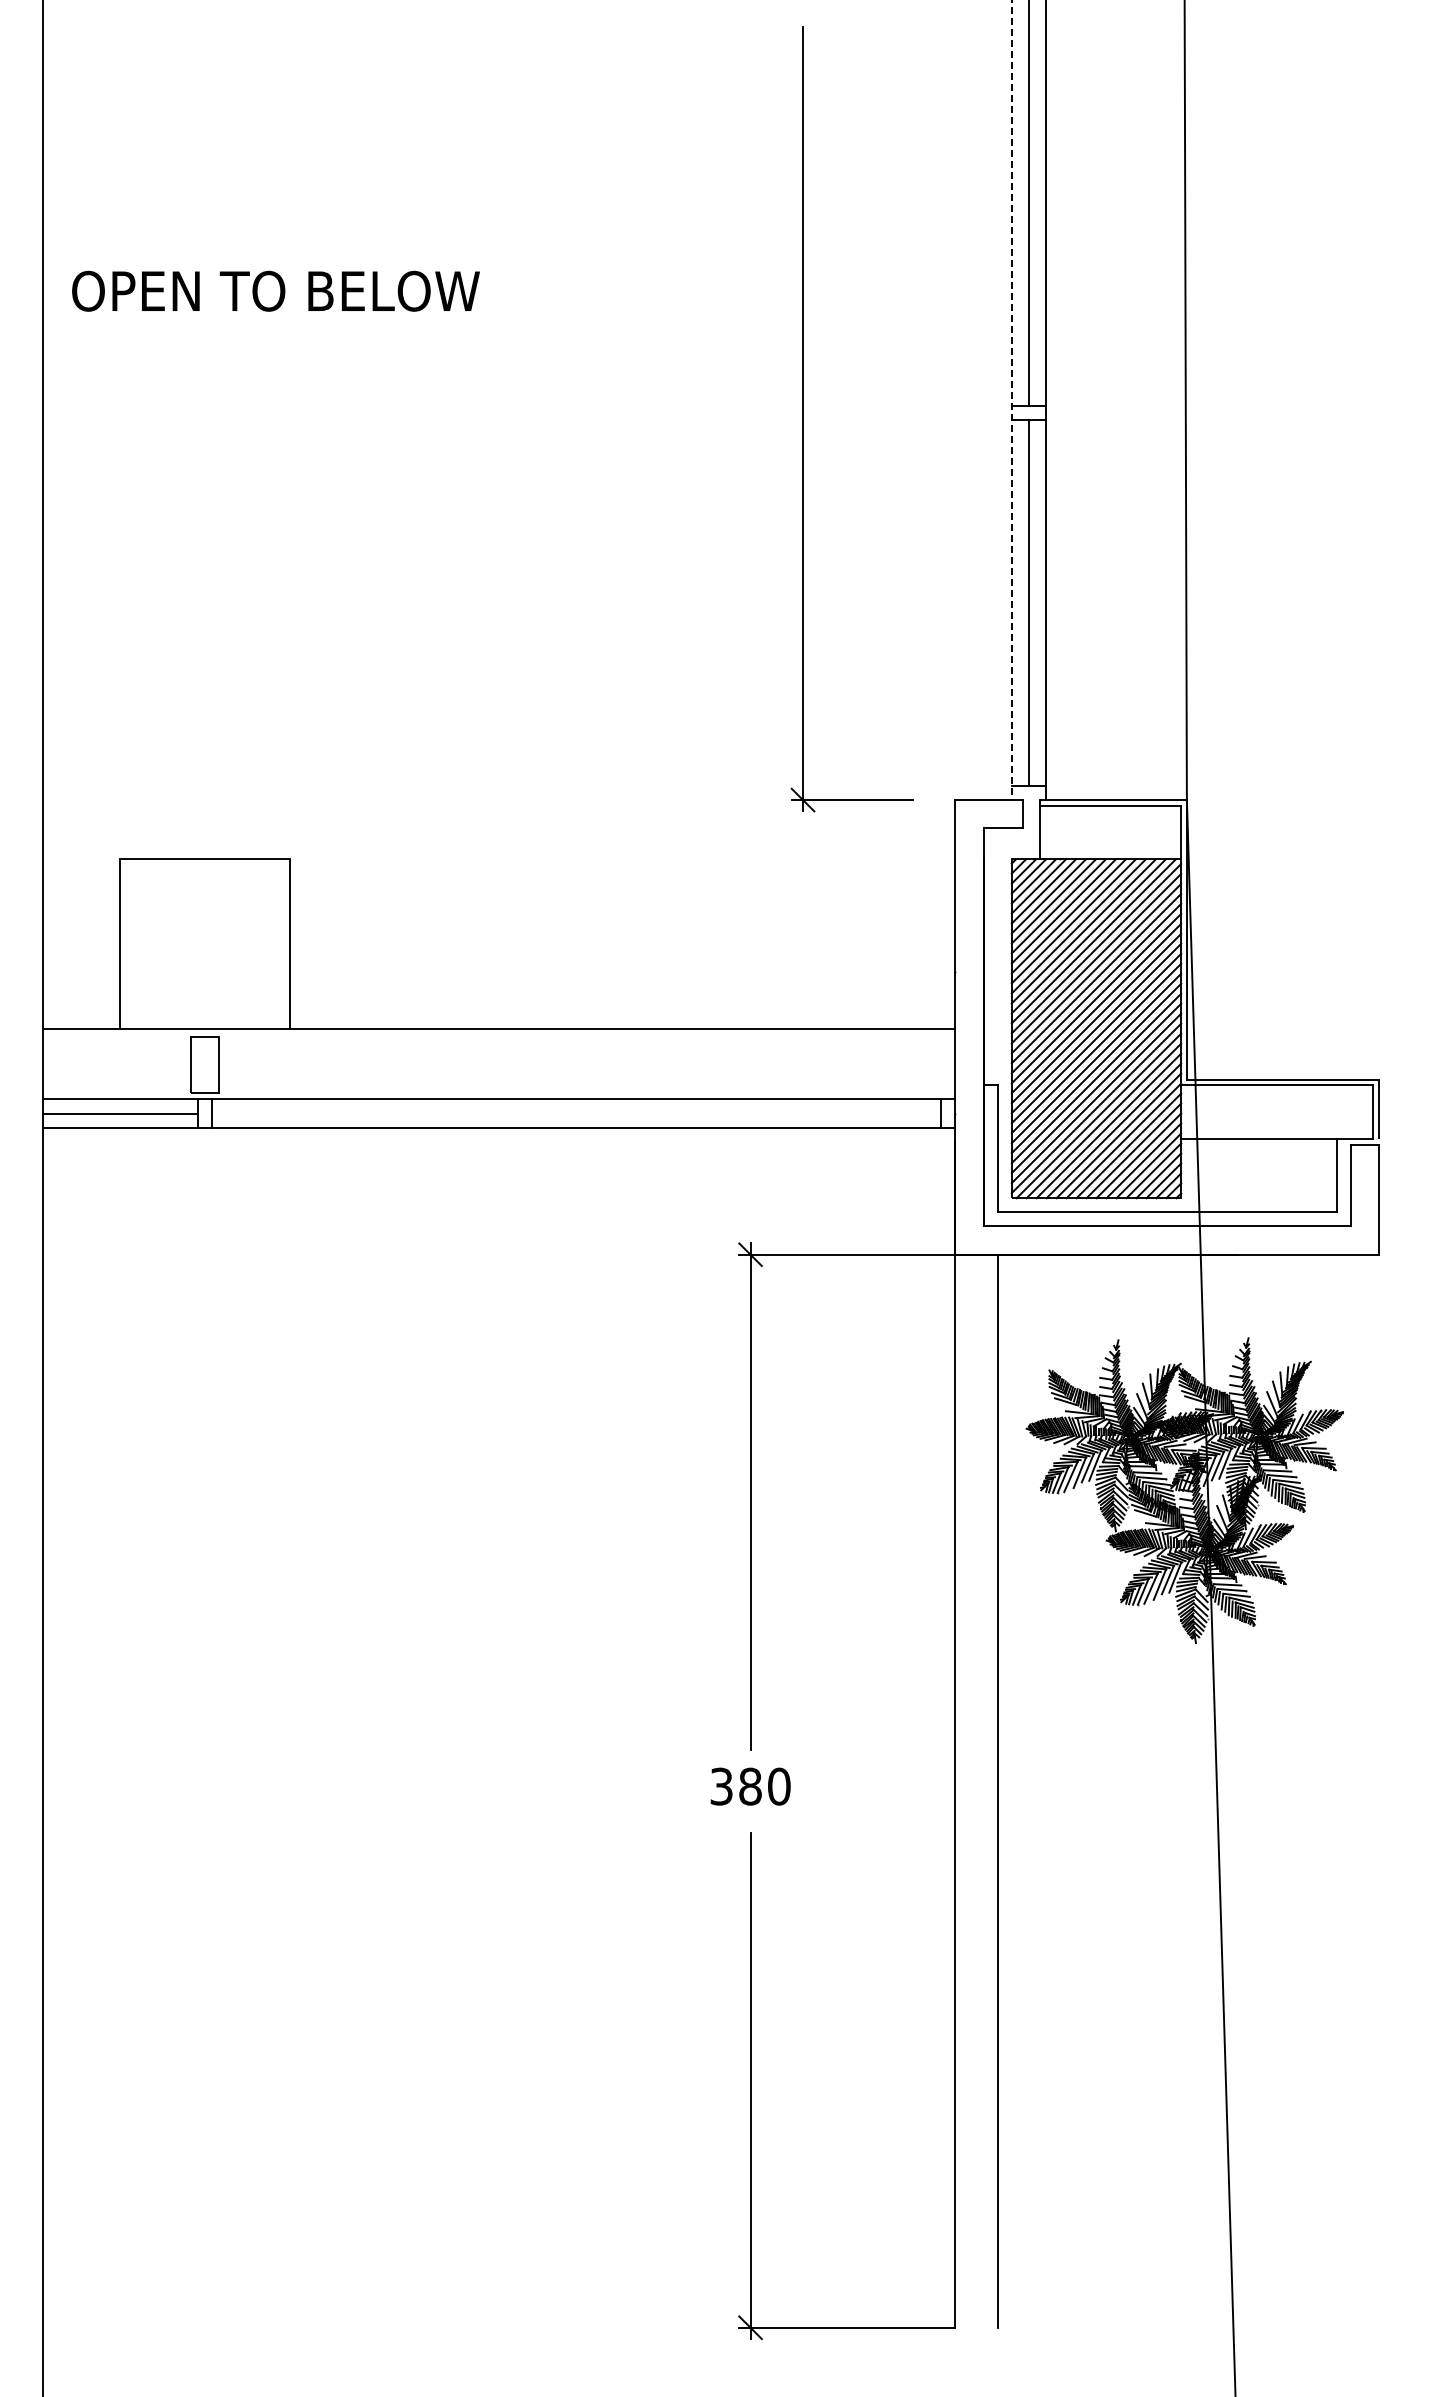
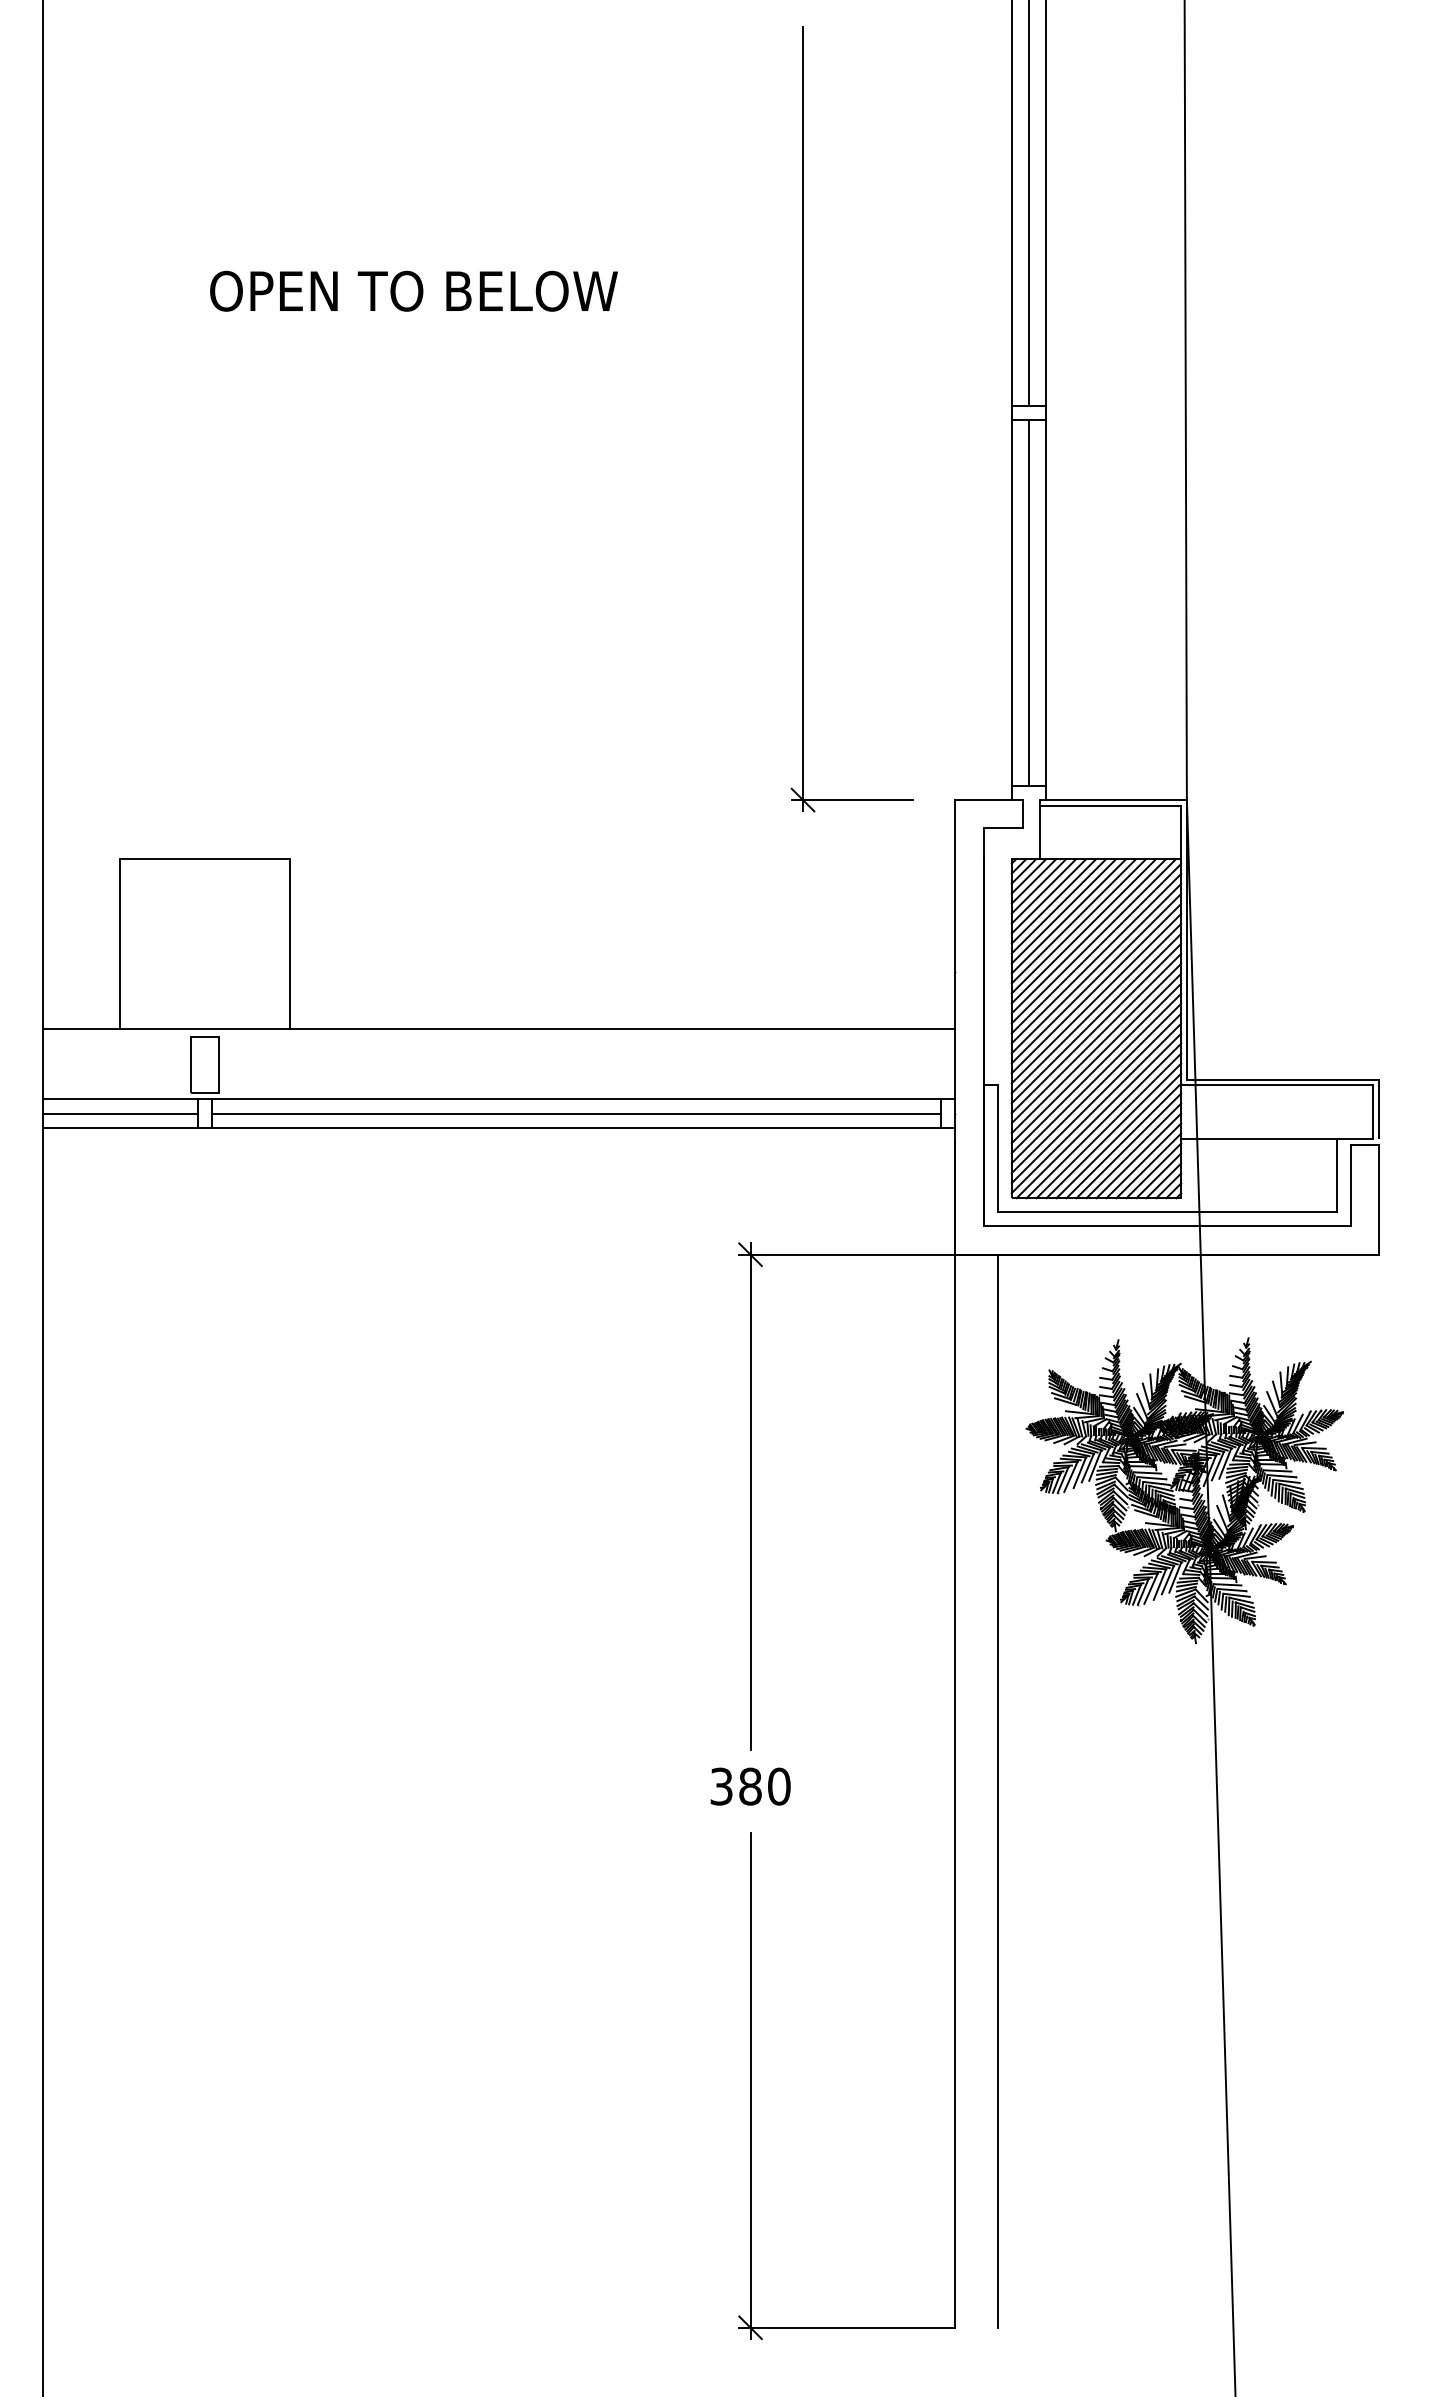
text at (275, 290) position: (275, 290) -> (413, 290)
line at (1011, 400): dashed -> solid
line at (576, 1113): none -> present
